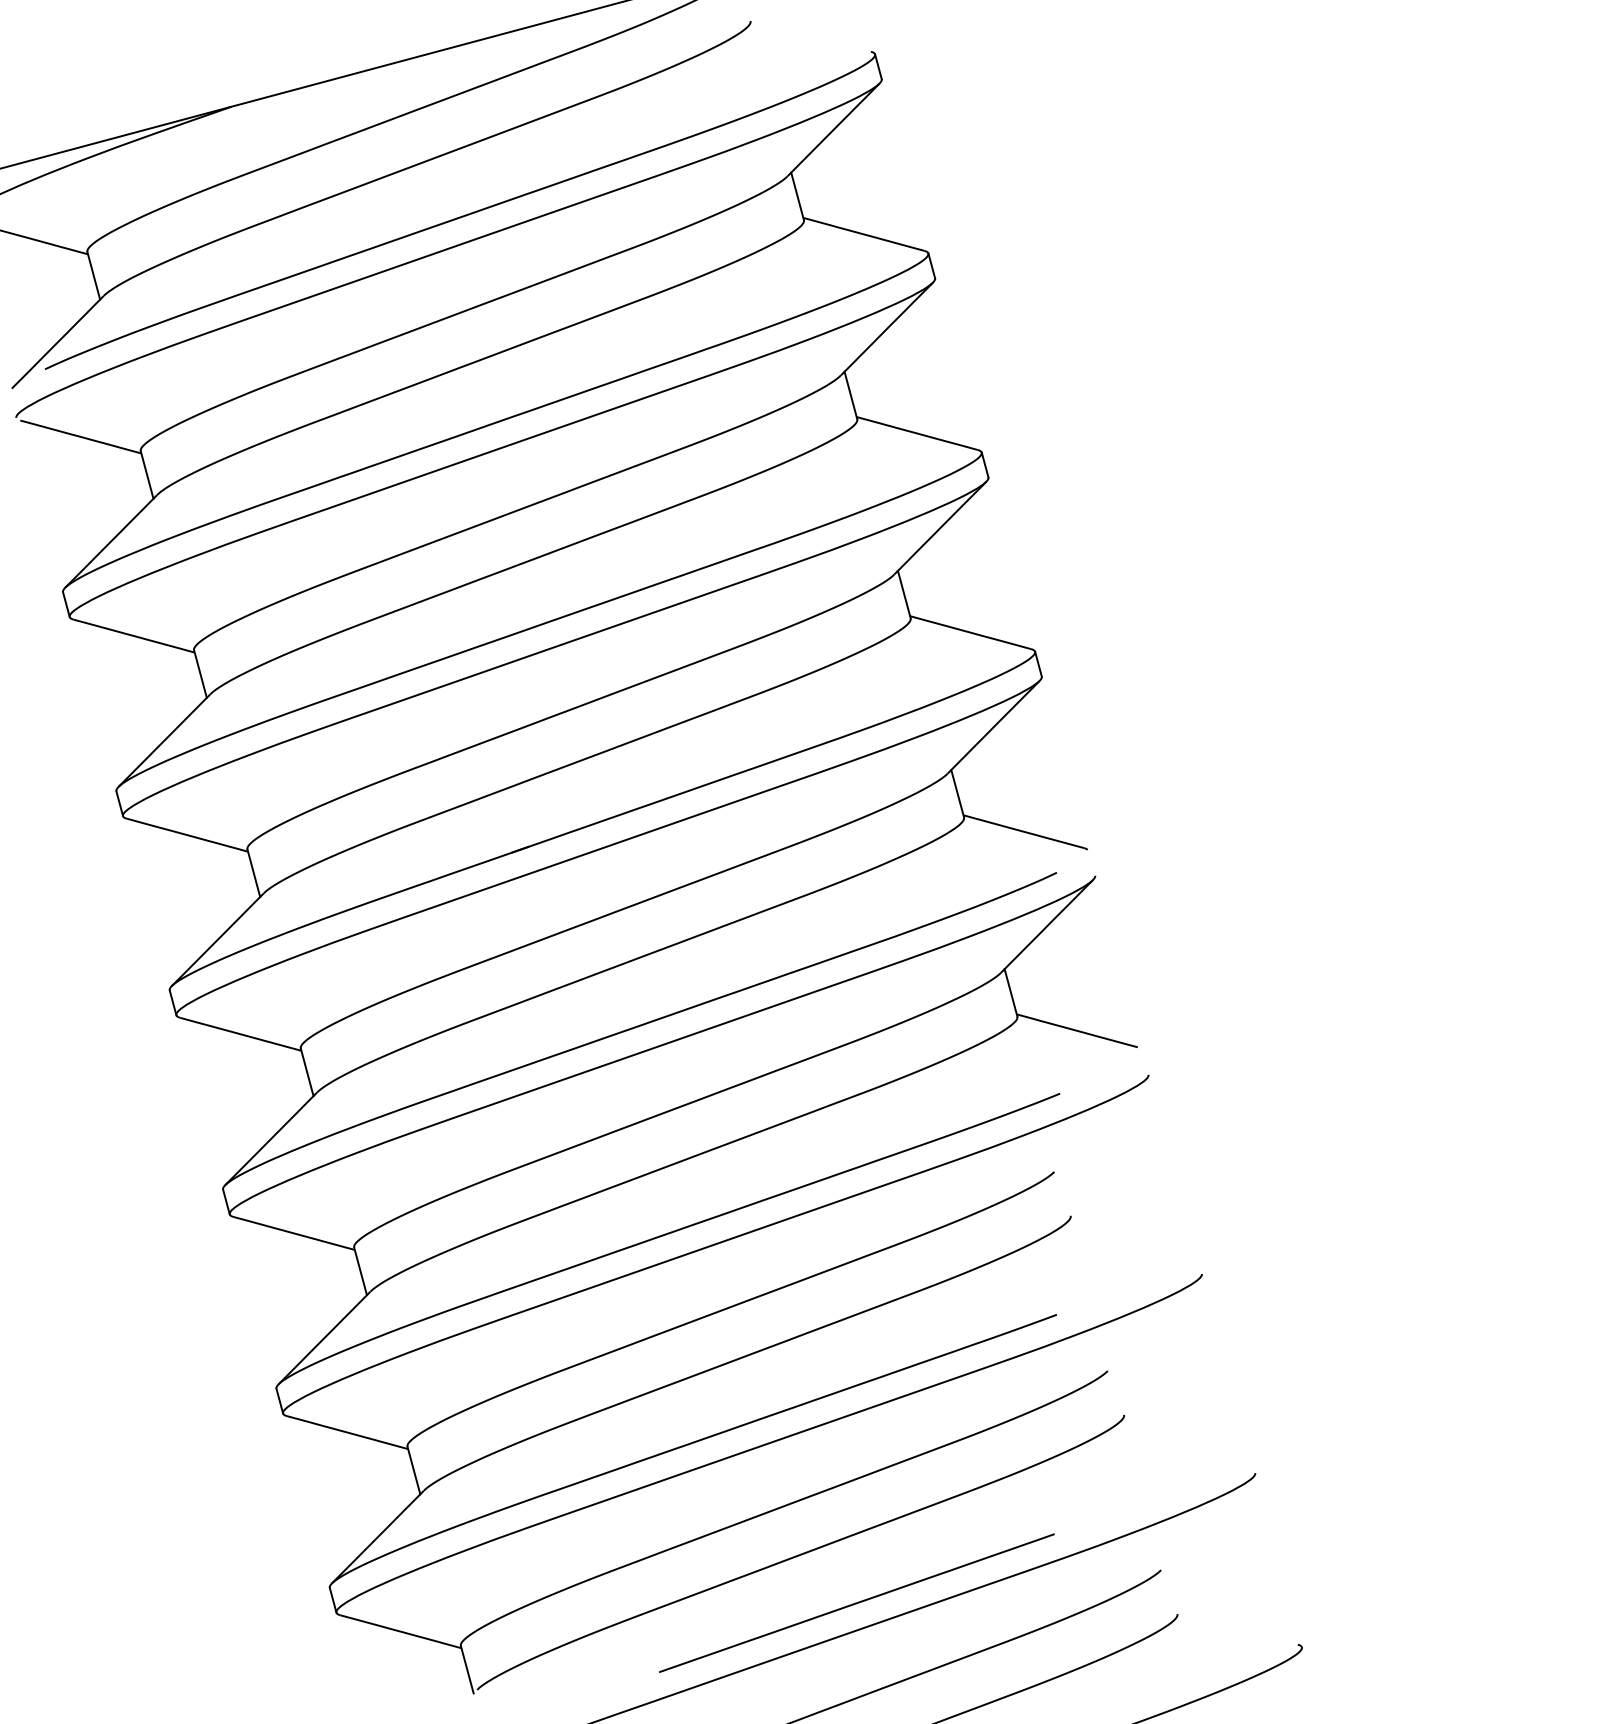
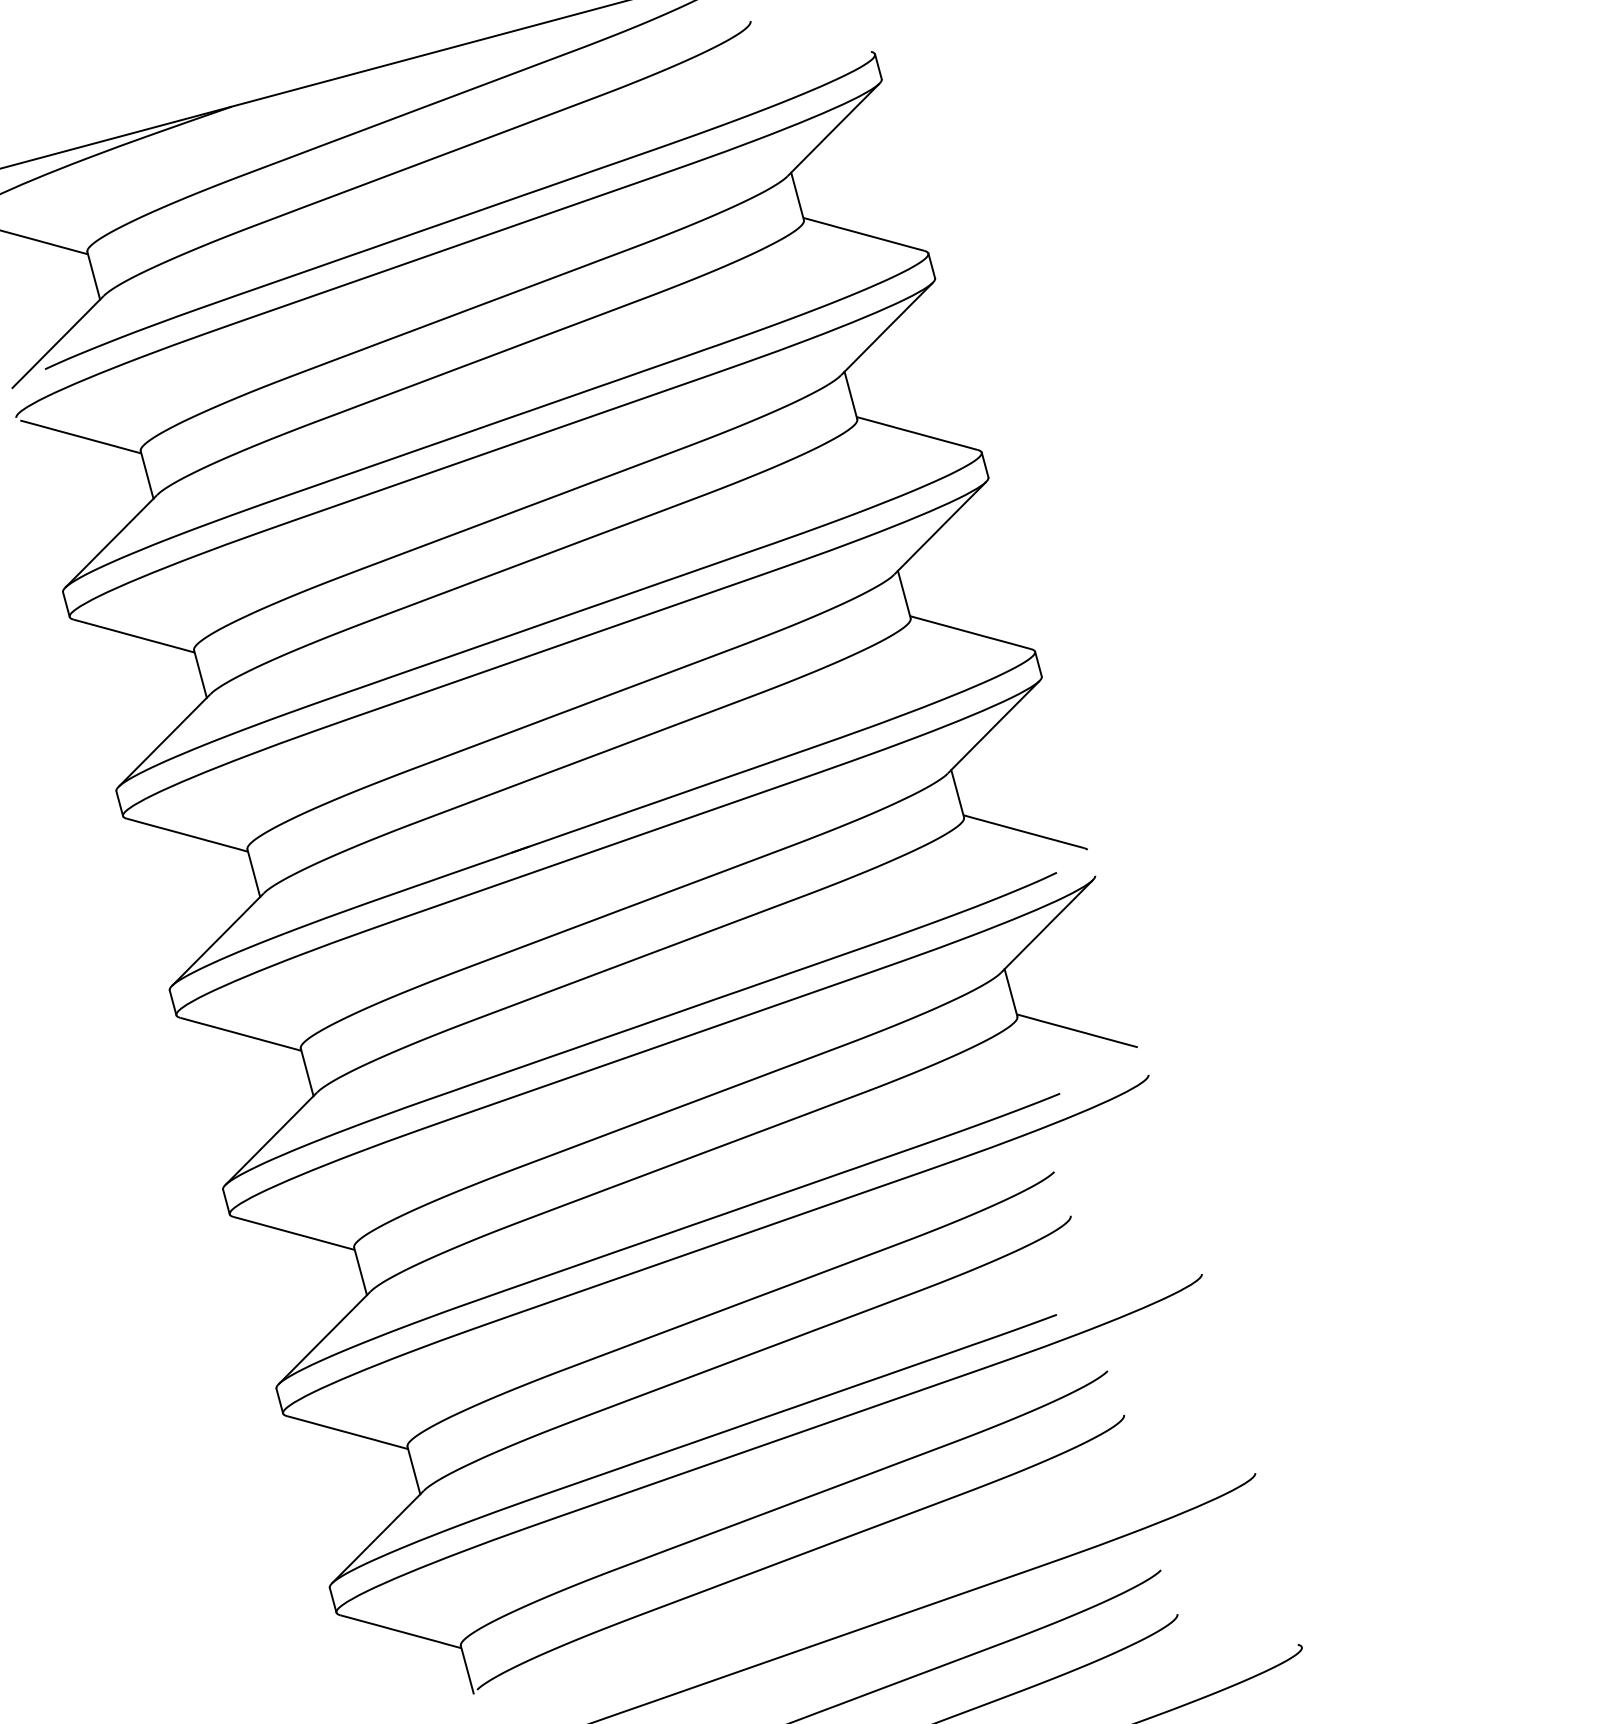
line at (856, 1602): present -> none
